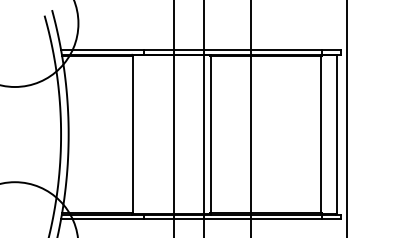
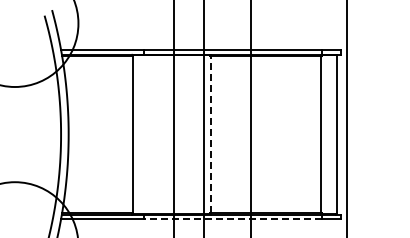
line at (211, 134): solid -> dashed
line at (232, 219): solid -> dashed
